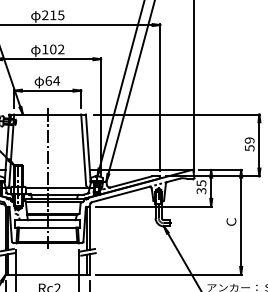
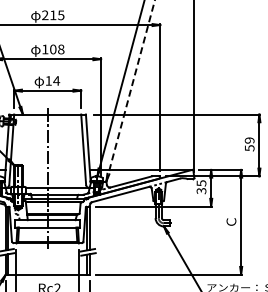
text at (61, 49): 102 -> 108
text at (48, 80): 64 -> 14
line at (130, 90): solid -> dashed
